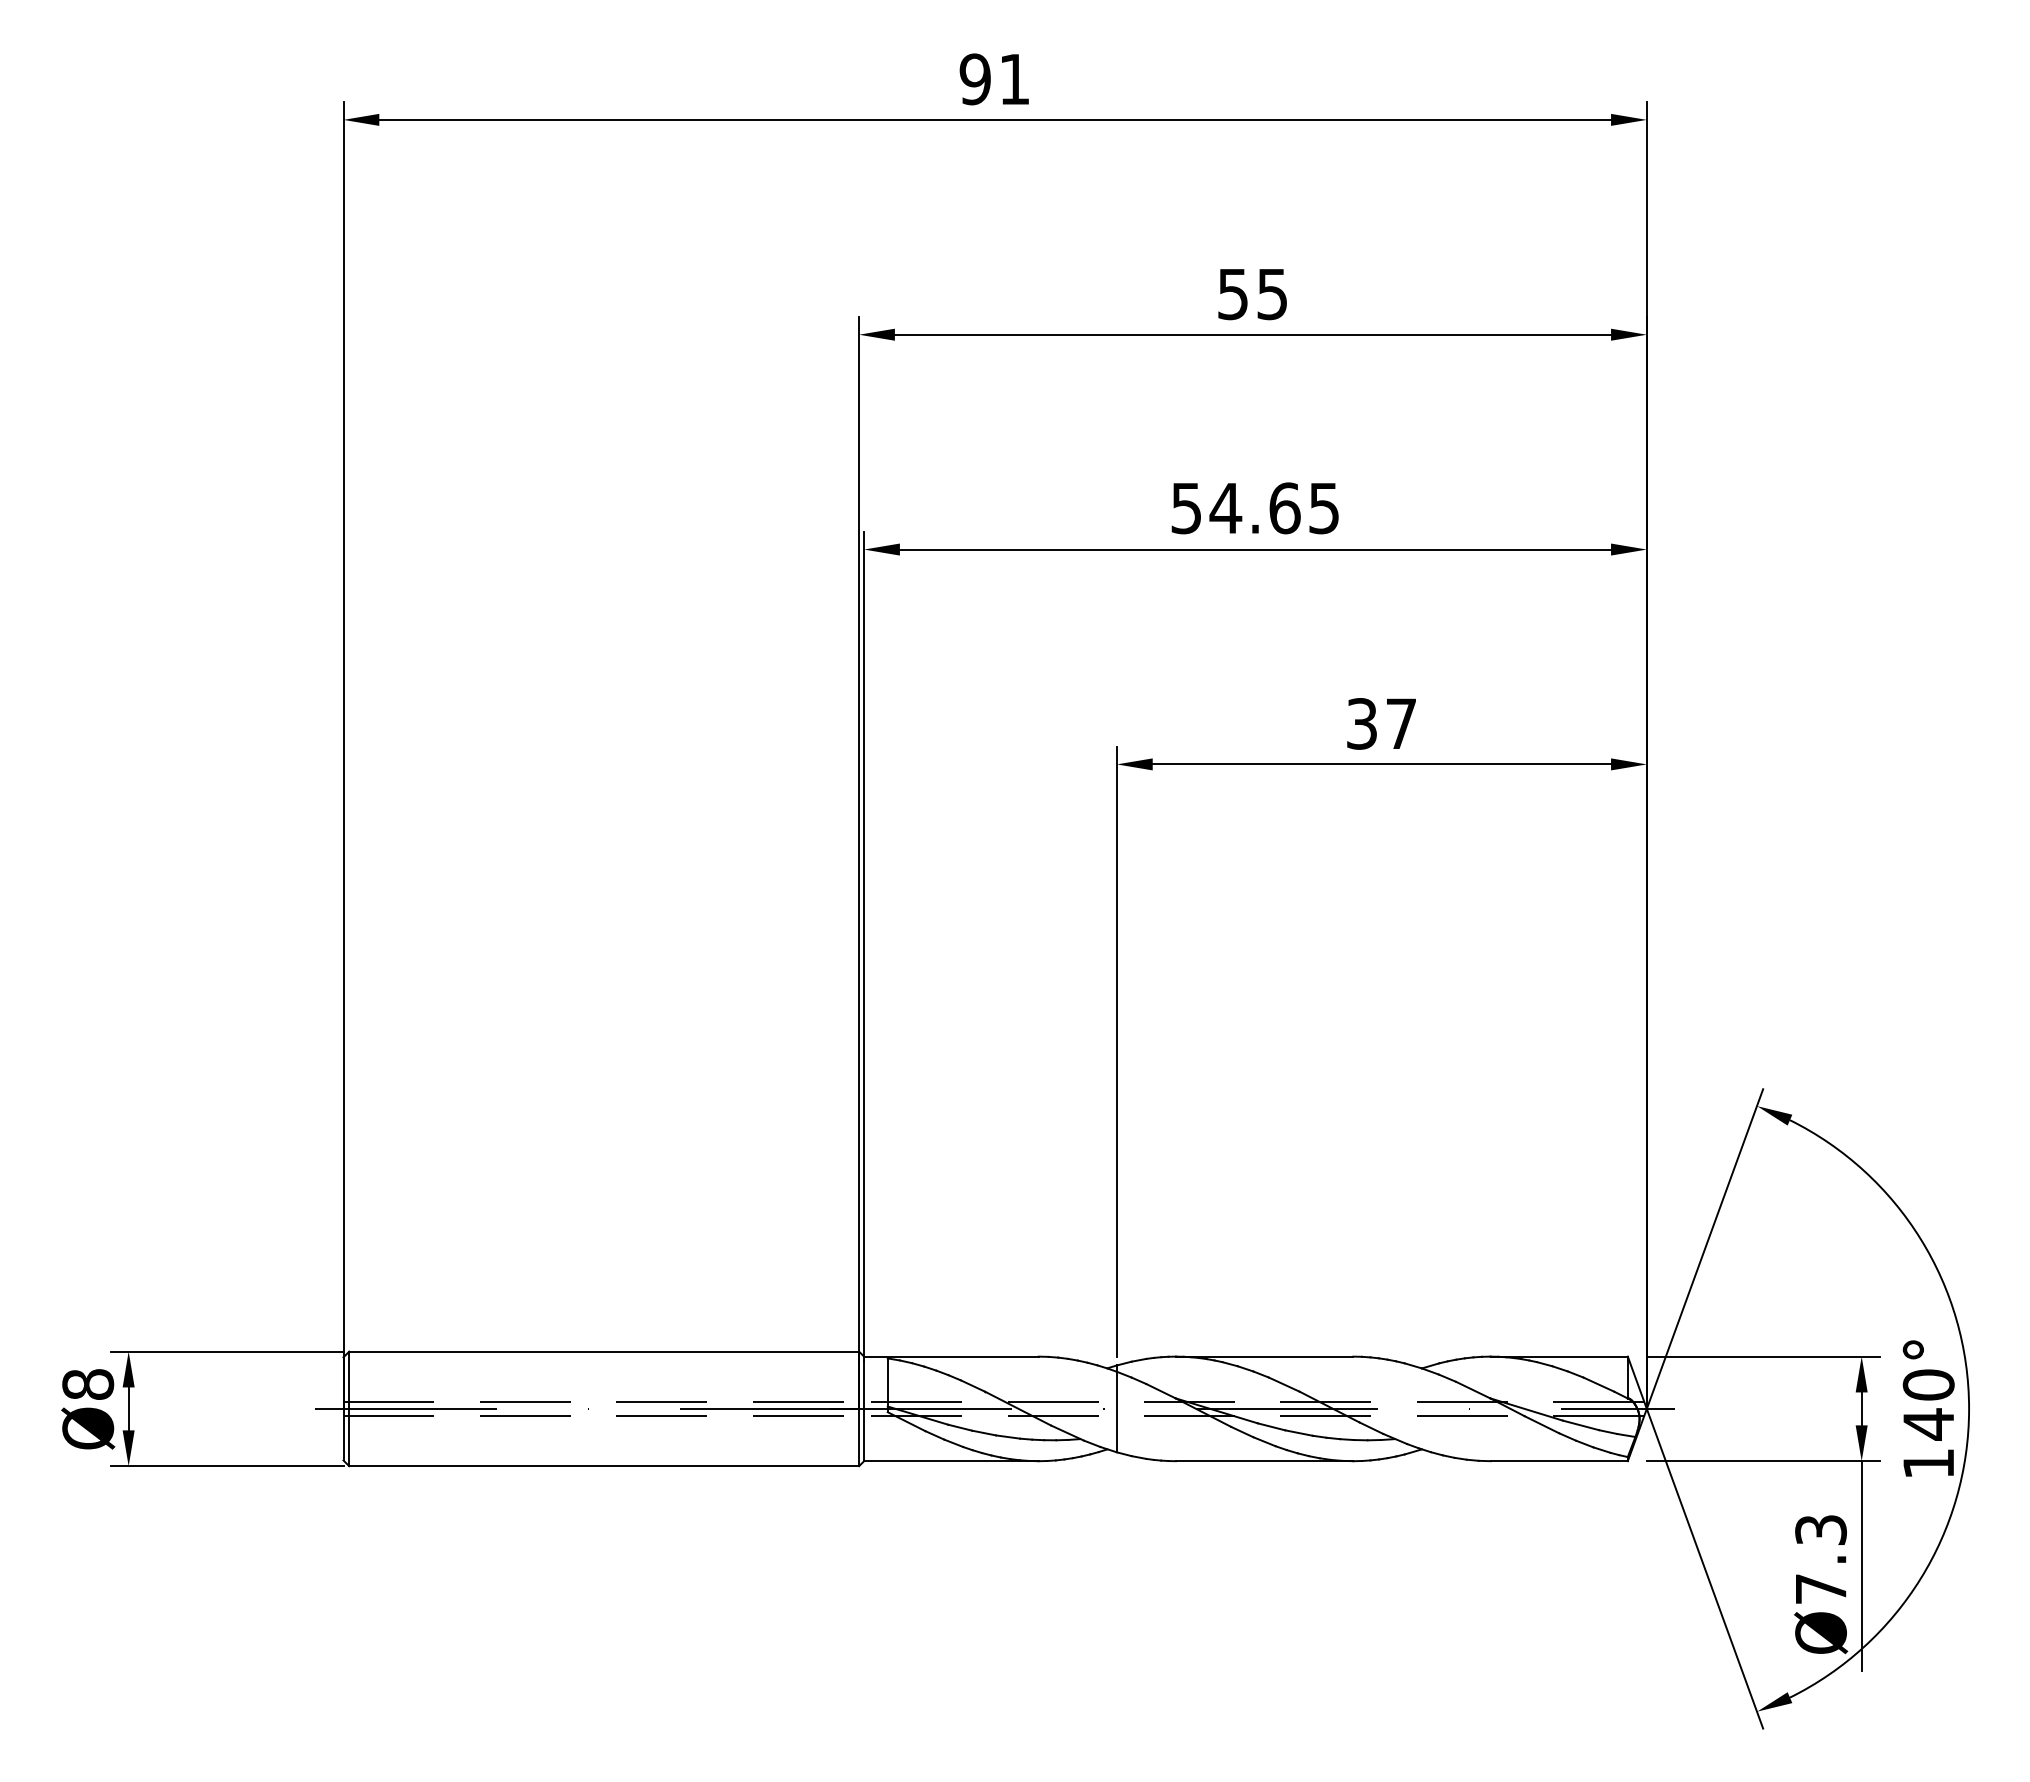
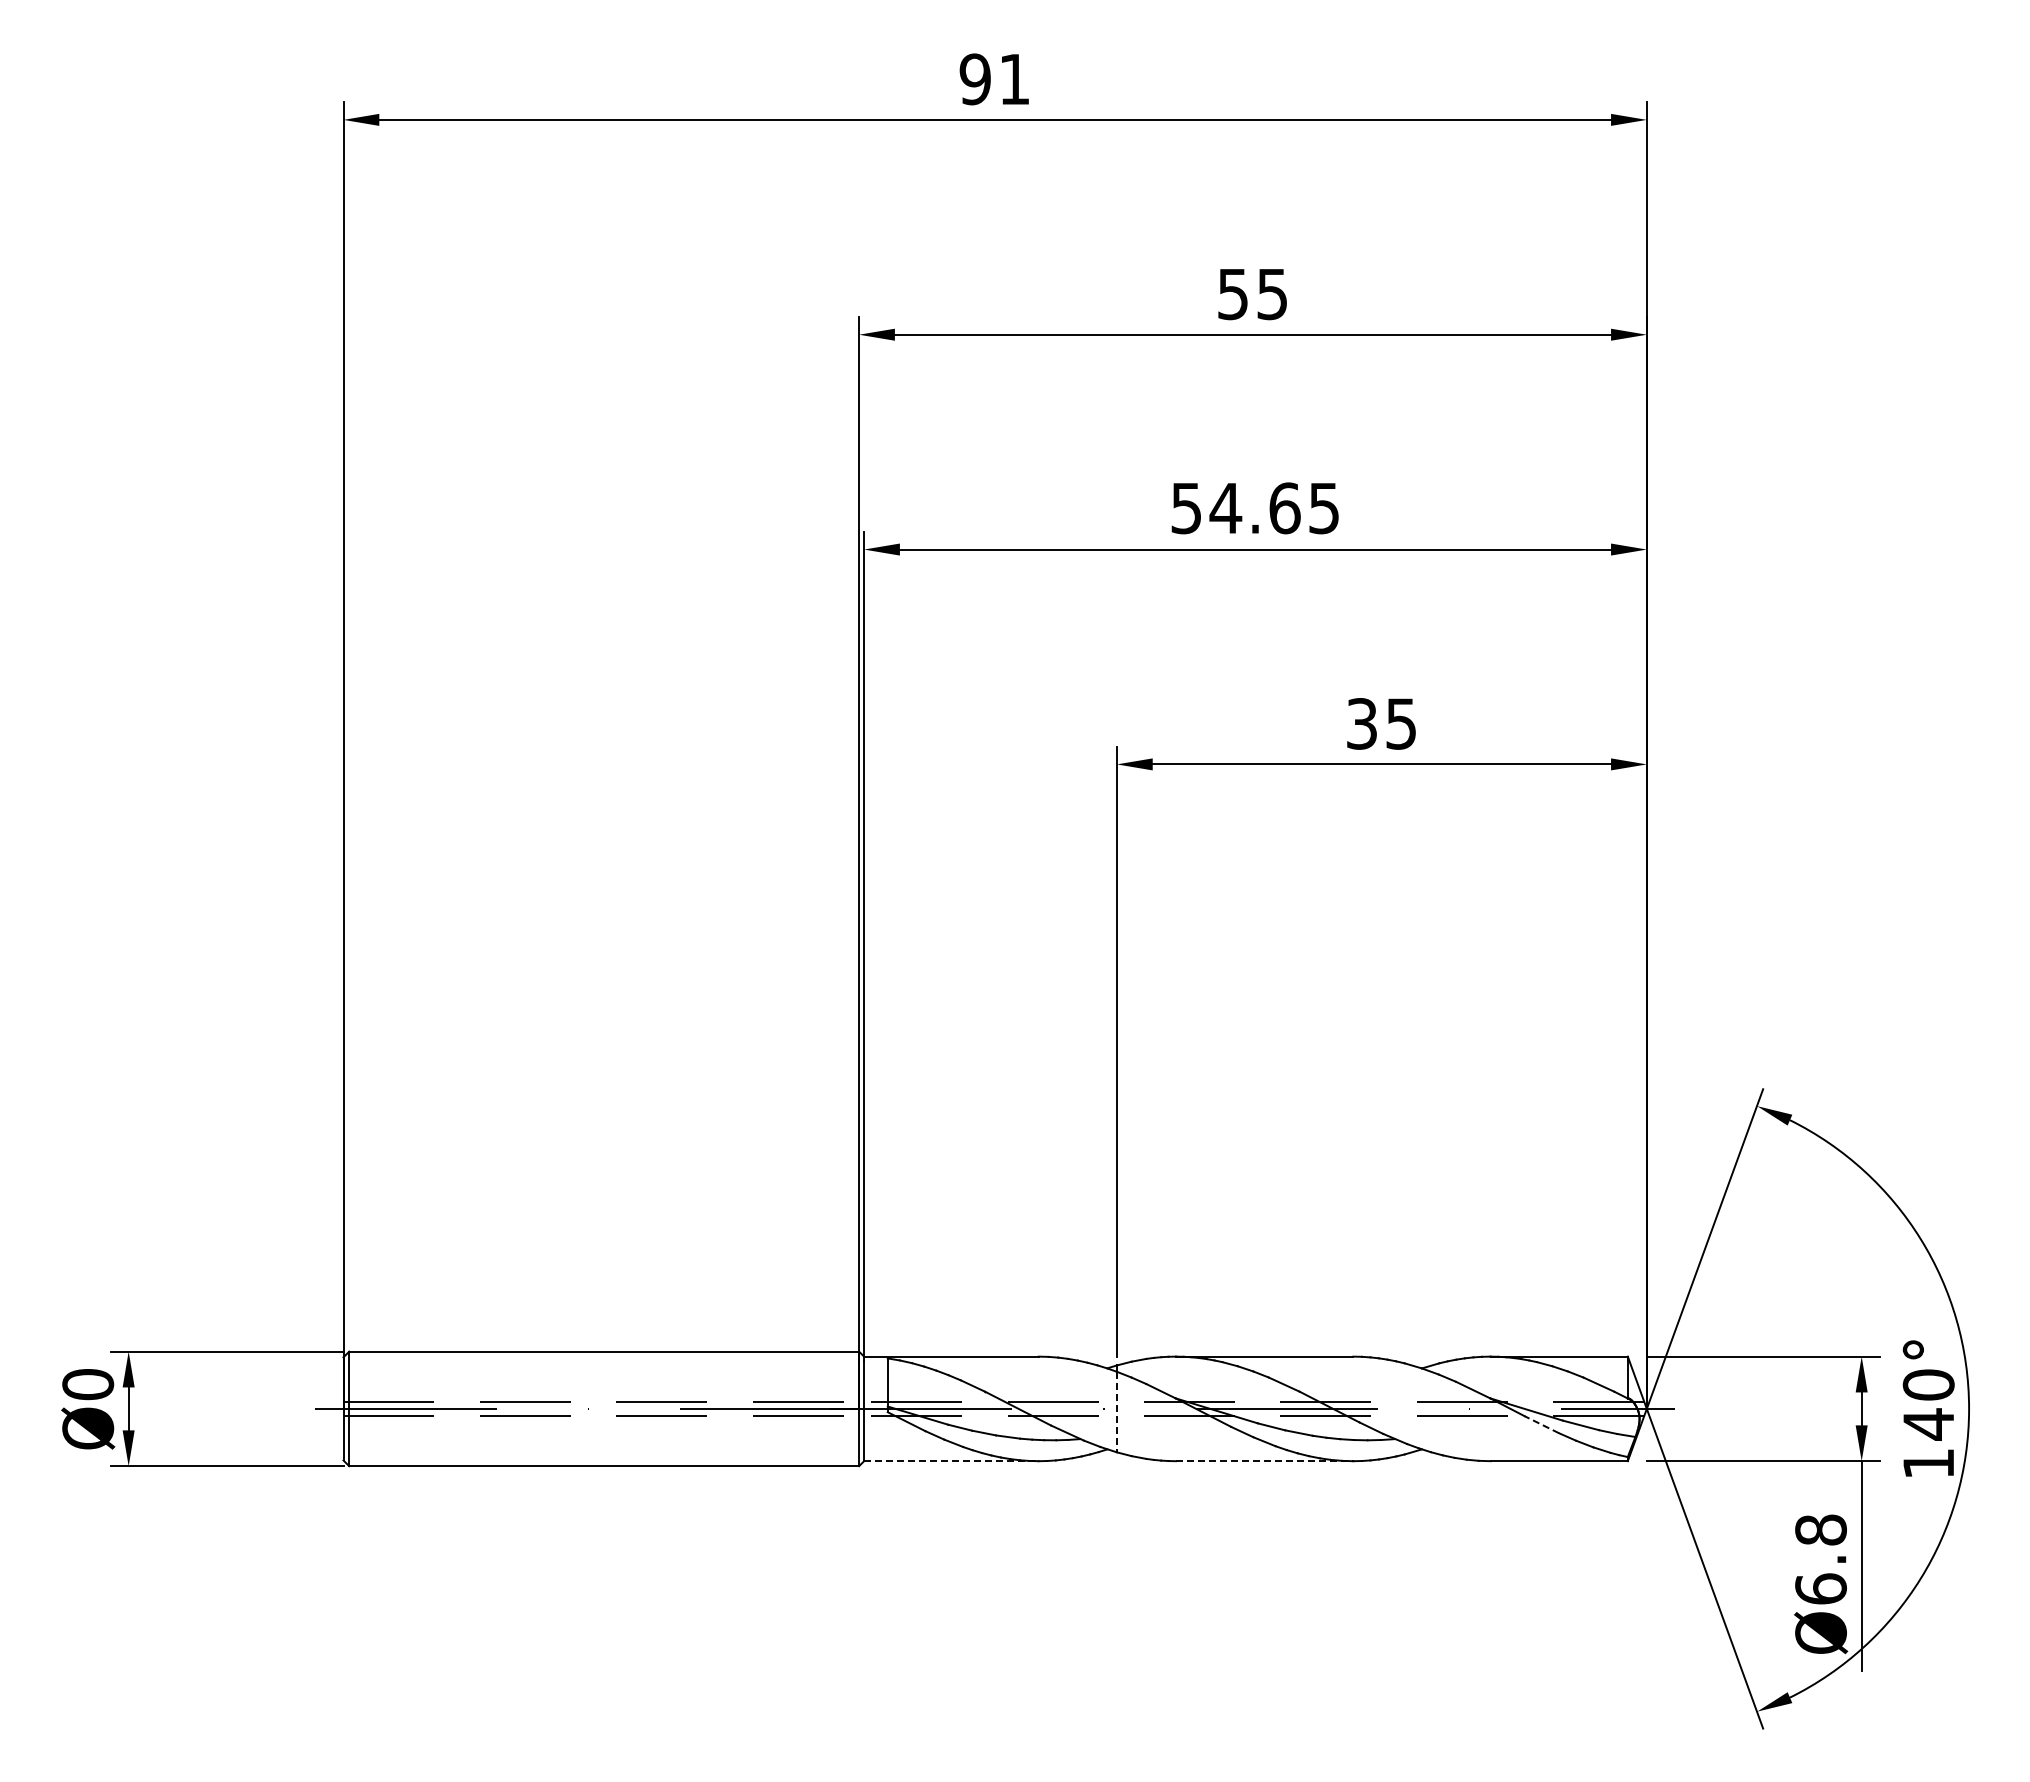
text at (1400, 723): 37 -> 35
text at (87, 1384): Ø8 -> Ø0
line at (1116, 1412): solid -> dashed
line at (1541, 1424): solid -> dashed
line at (951, 1461): solid -> dashed
line at (1264, 1461): solid -> dashed
text at (1820, 1559): Ø7.3 -> Ø6.8
